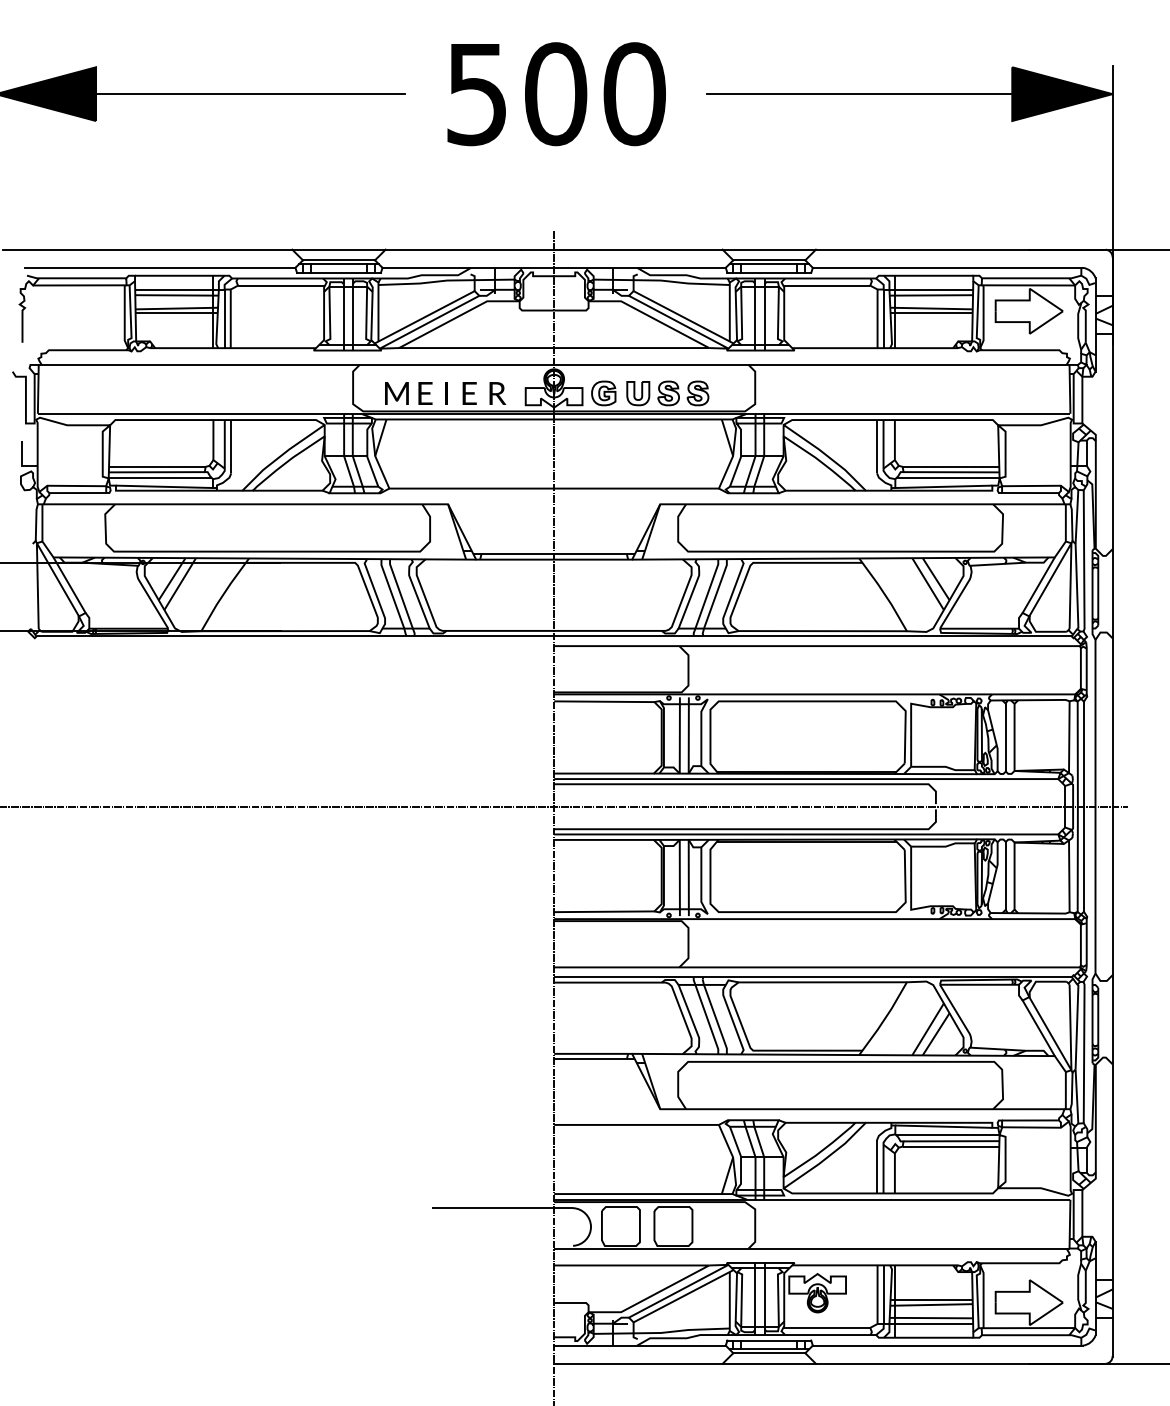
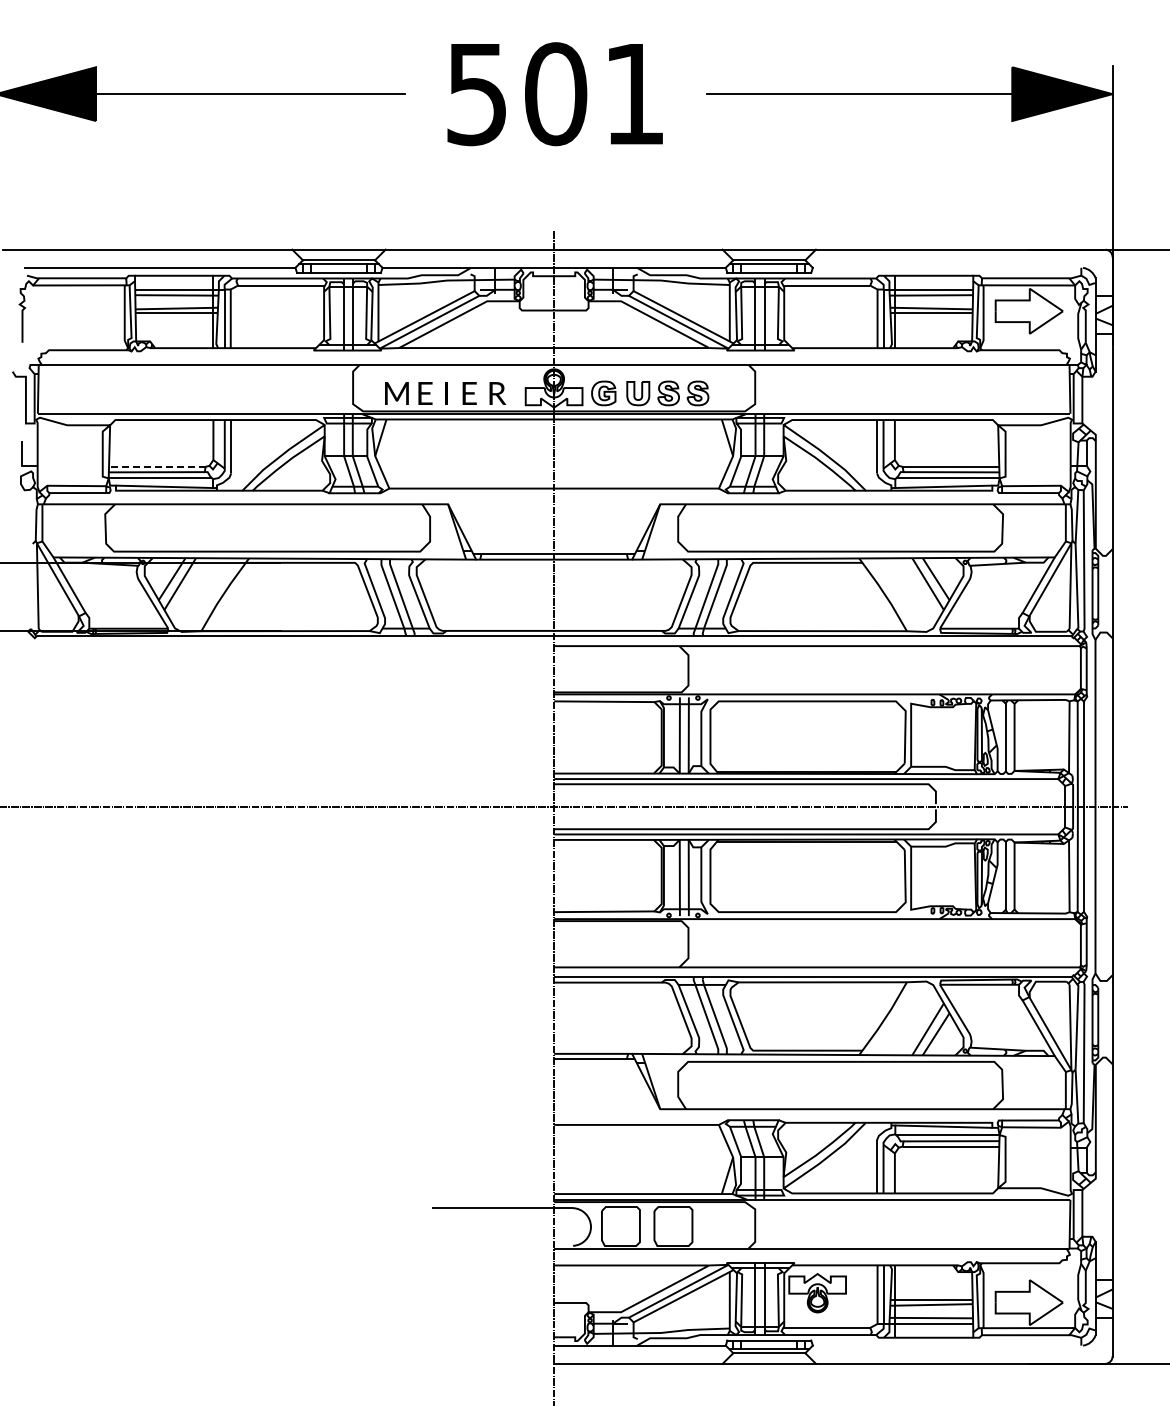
text at (634, 94): 500 -> 501
line at (947, 267): present -> none
line at (156, 466): solid -> dashed
line at (947, 1345): present -> none
